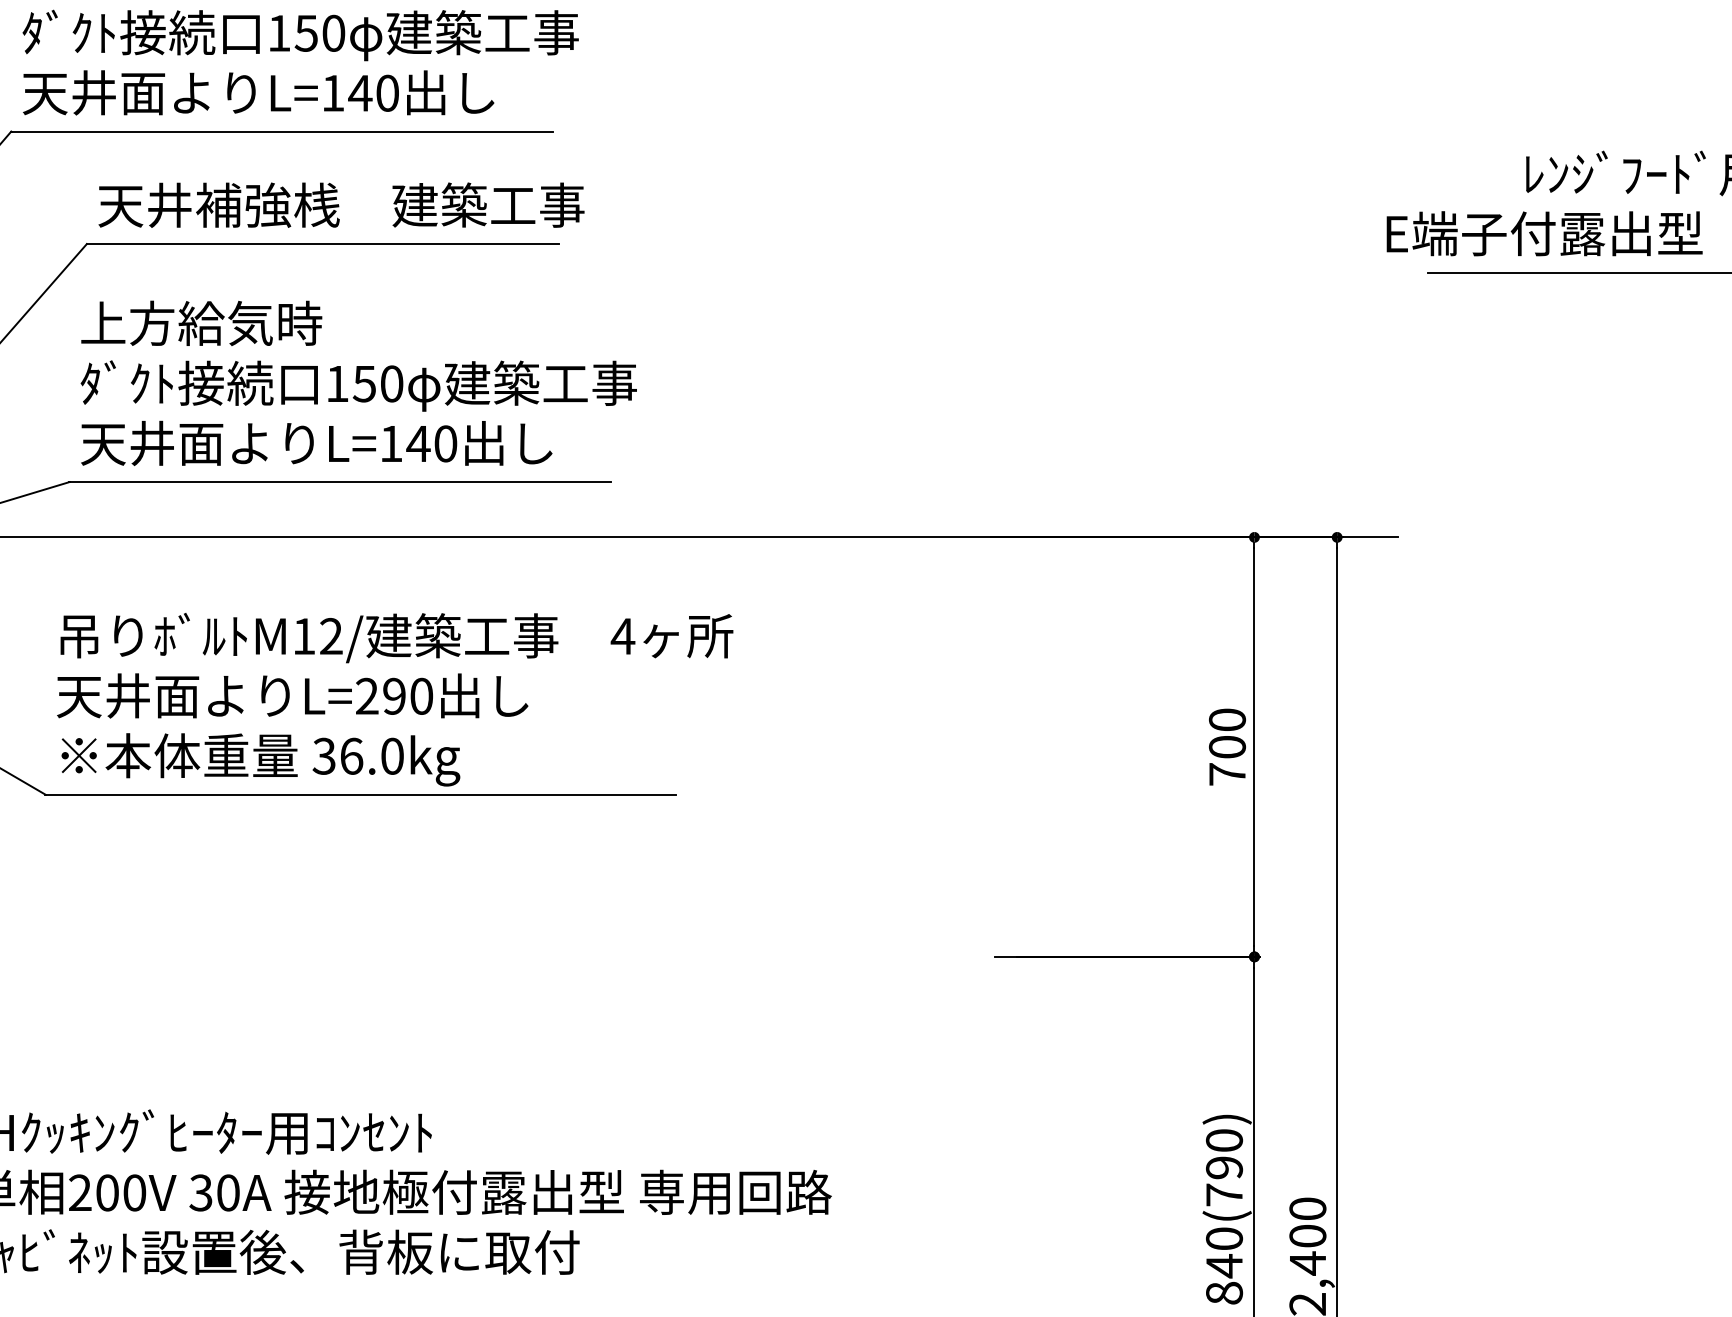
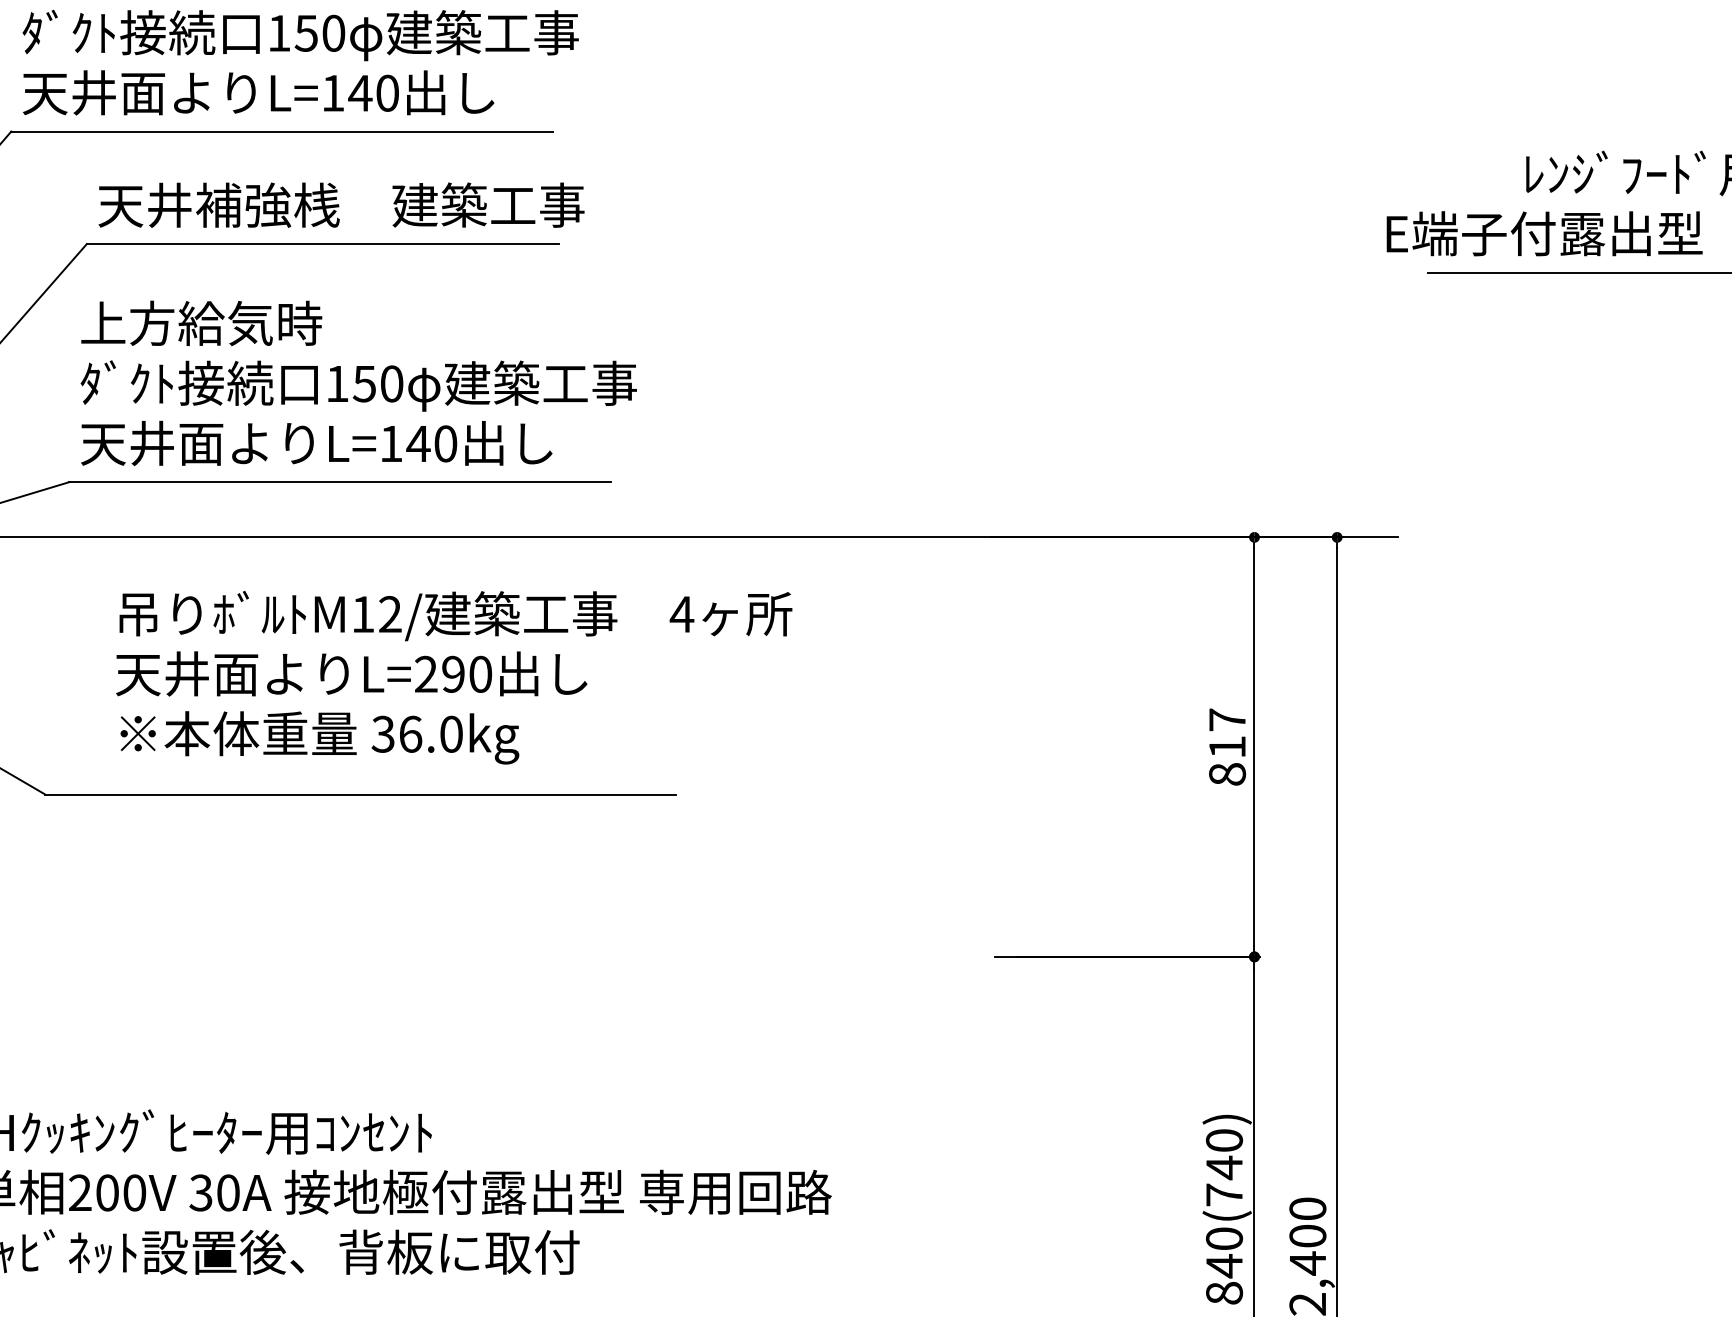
text at (395, 699) position: (395, 699) -> (454, 677)
text at (1227, 746): 700 -> 817
text at (1224, 1167): 840(790) -> 840(740)
